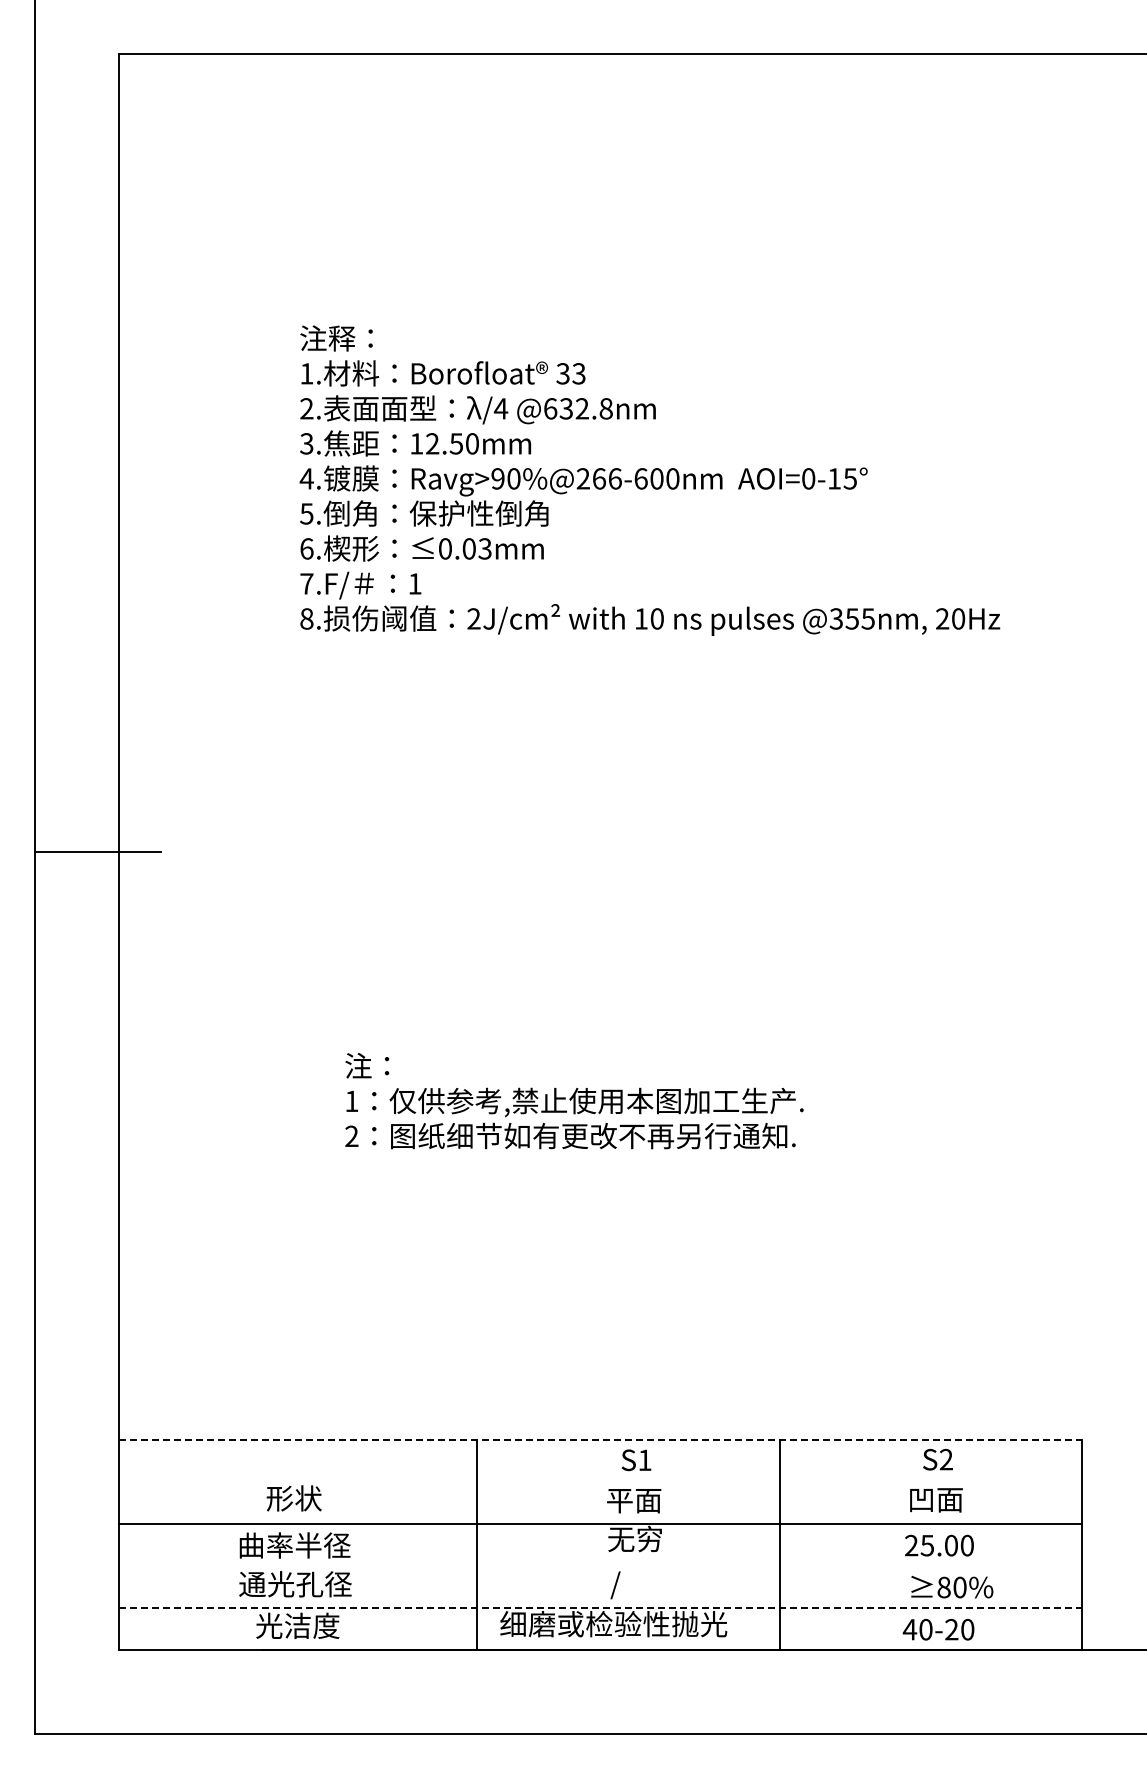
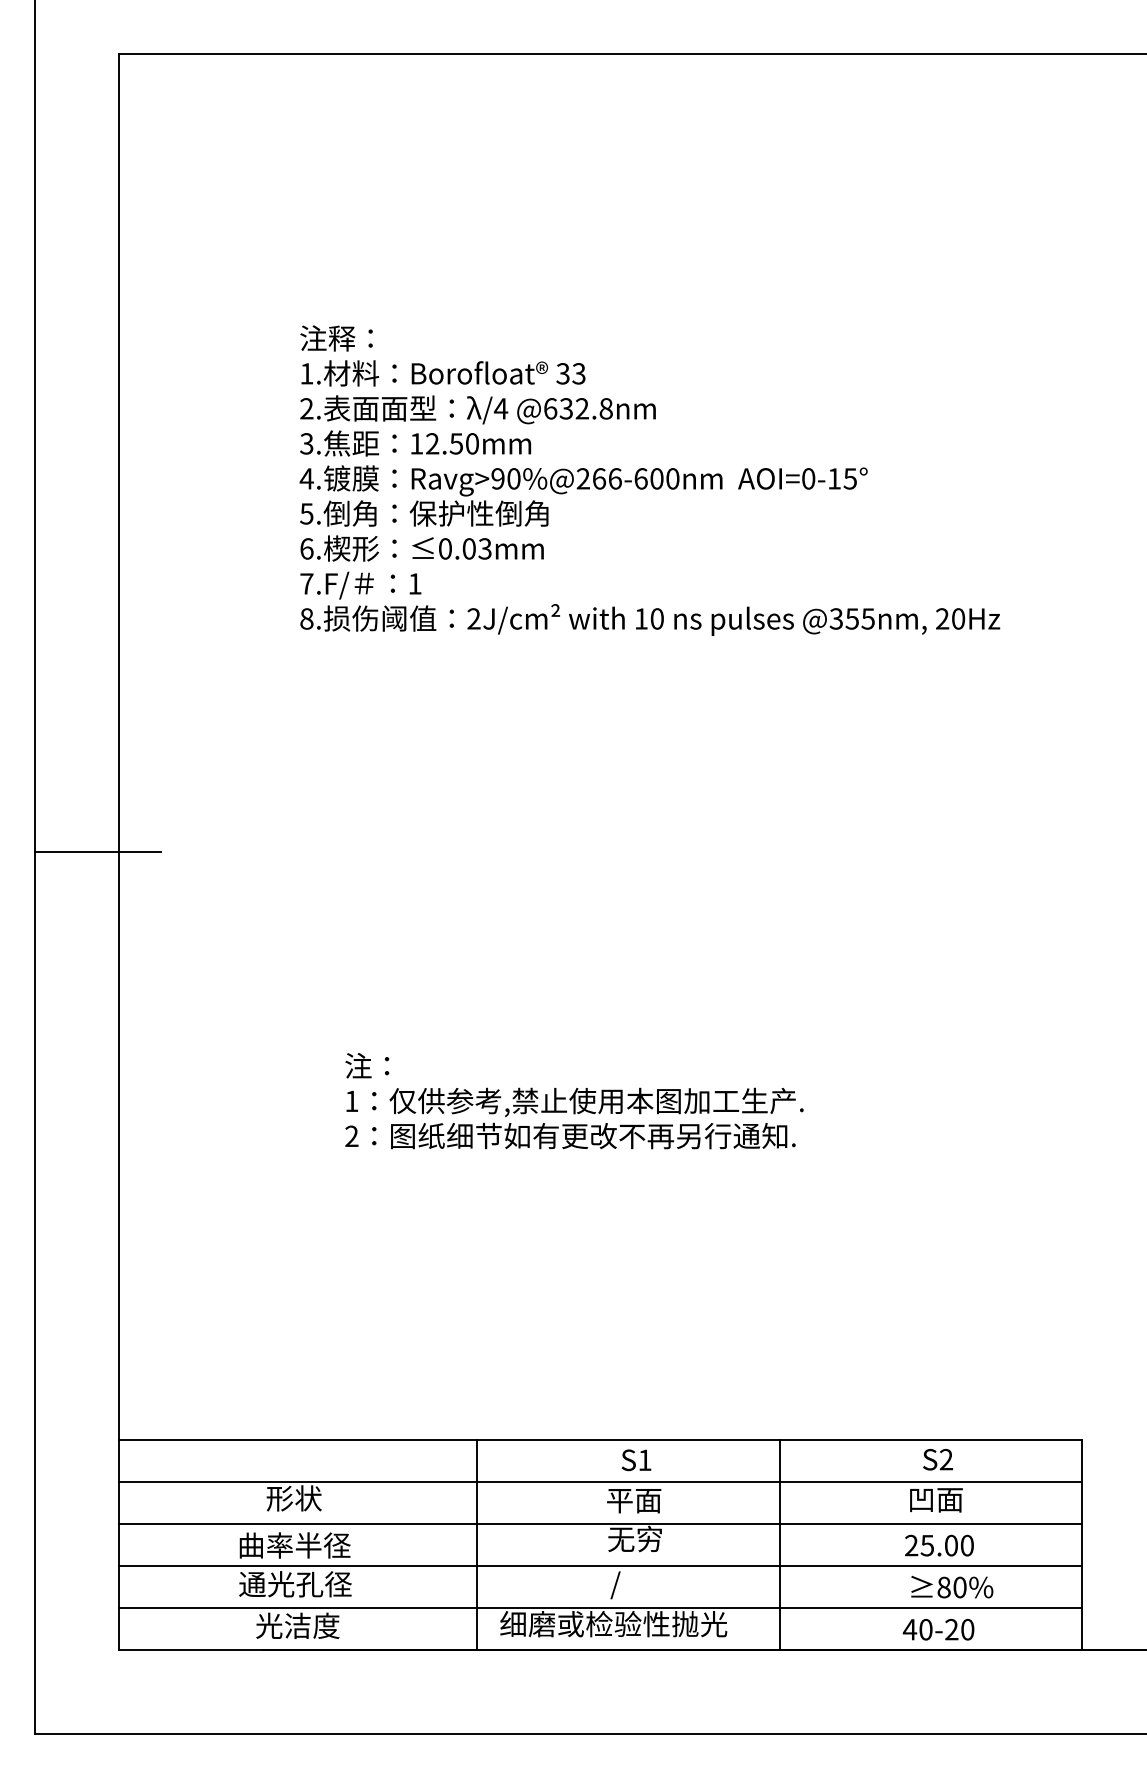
line at (600, 1440): dashed -> solid
line at (600, 1482): none -> present
line at (600, 1566): none -> present
line at (600, 1608): dashed -> solid
